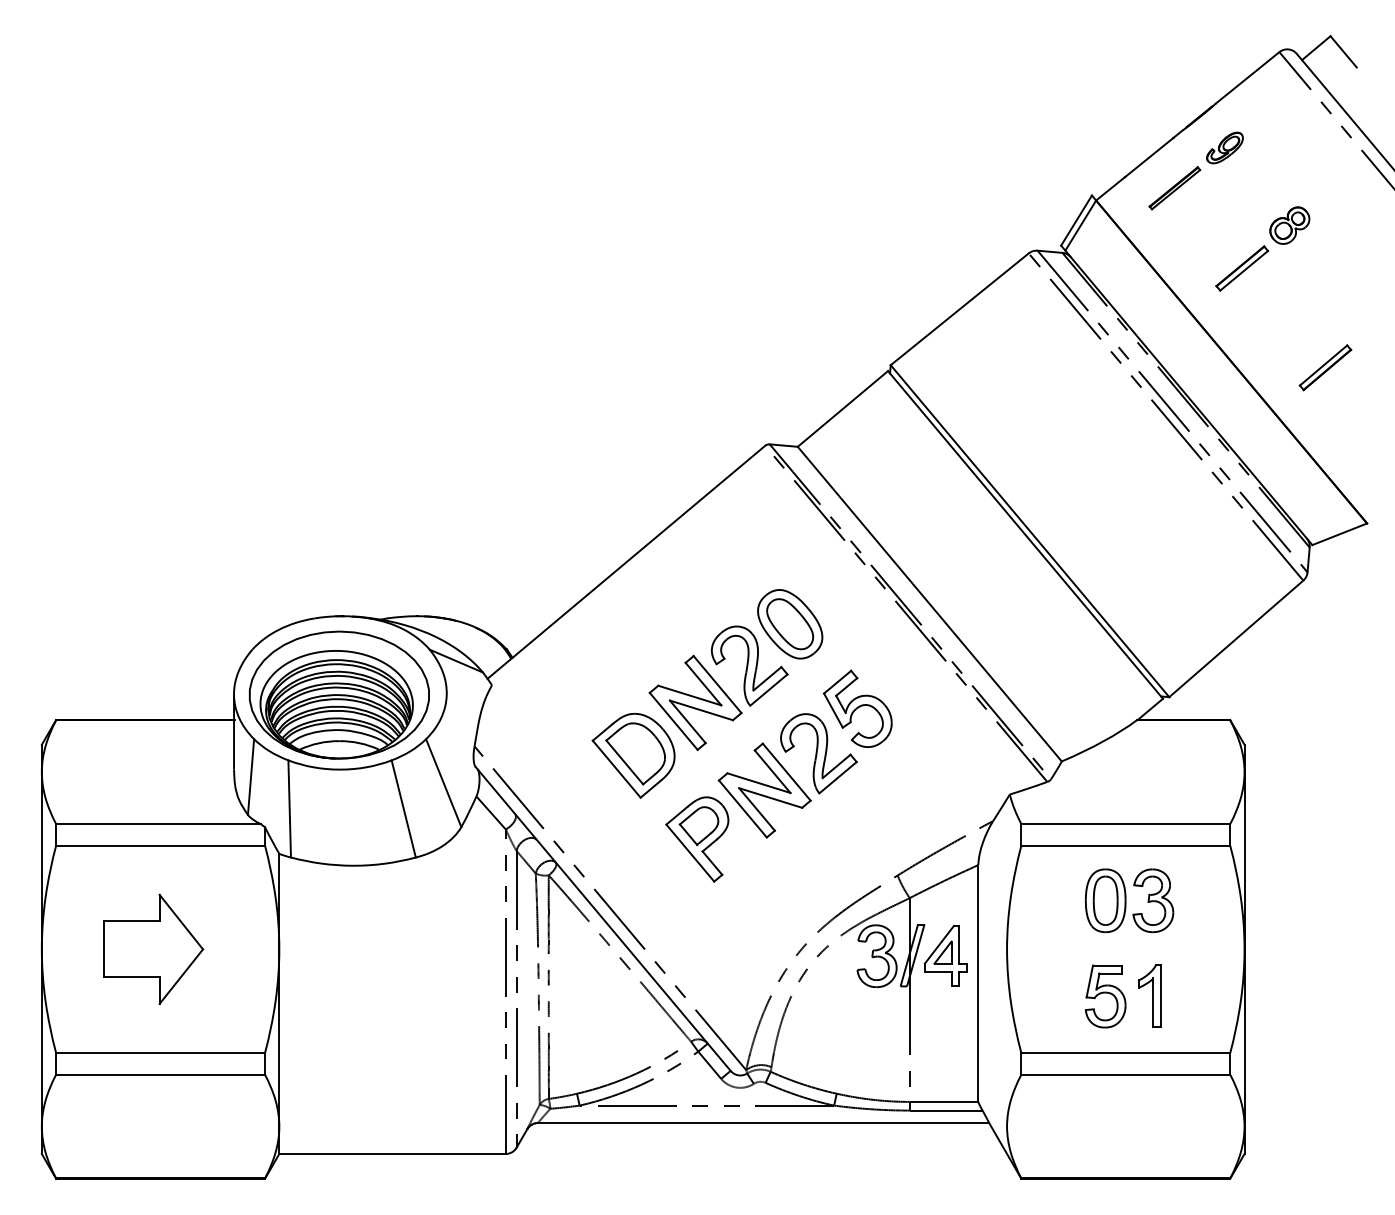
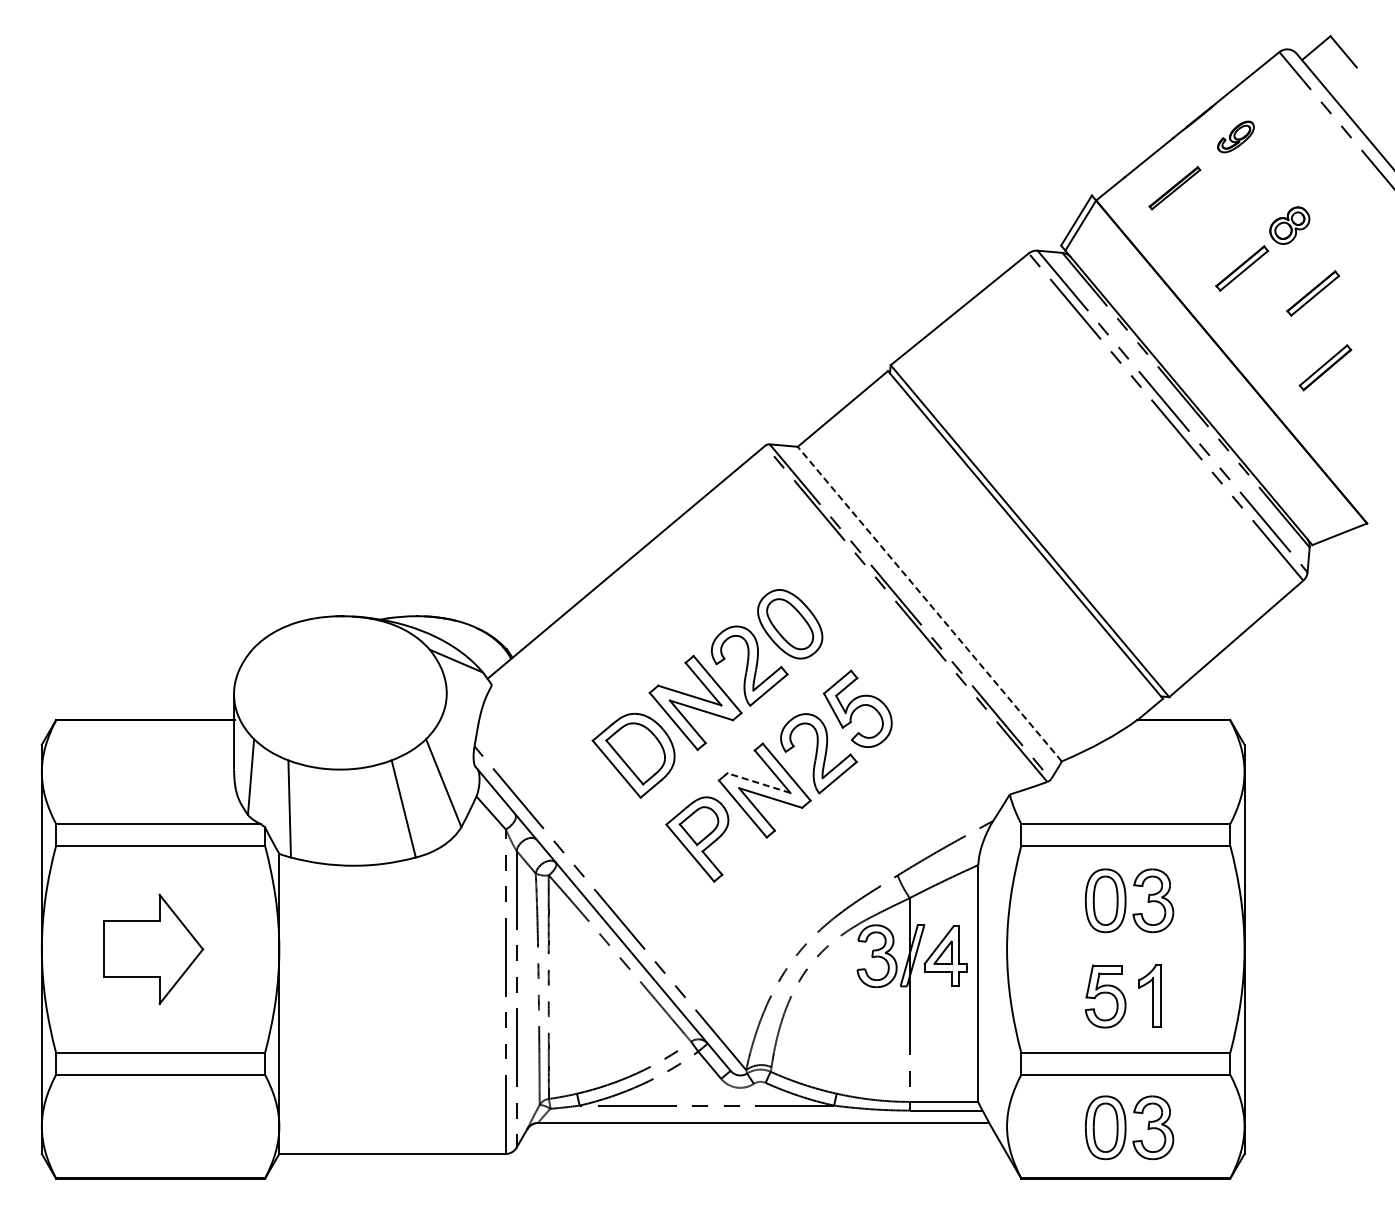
part at (1224, 147) position: (1224, 147) -> (1235, 136)
part at (1313, 293): none -> present
line at (929, 603): solid -> dashed
part at (338, 694): present -> none
line at (758, 783): solid -> dashed
part at (1129, 1127): none -> present
